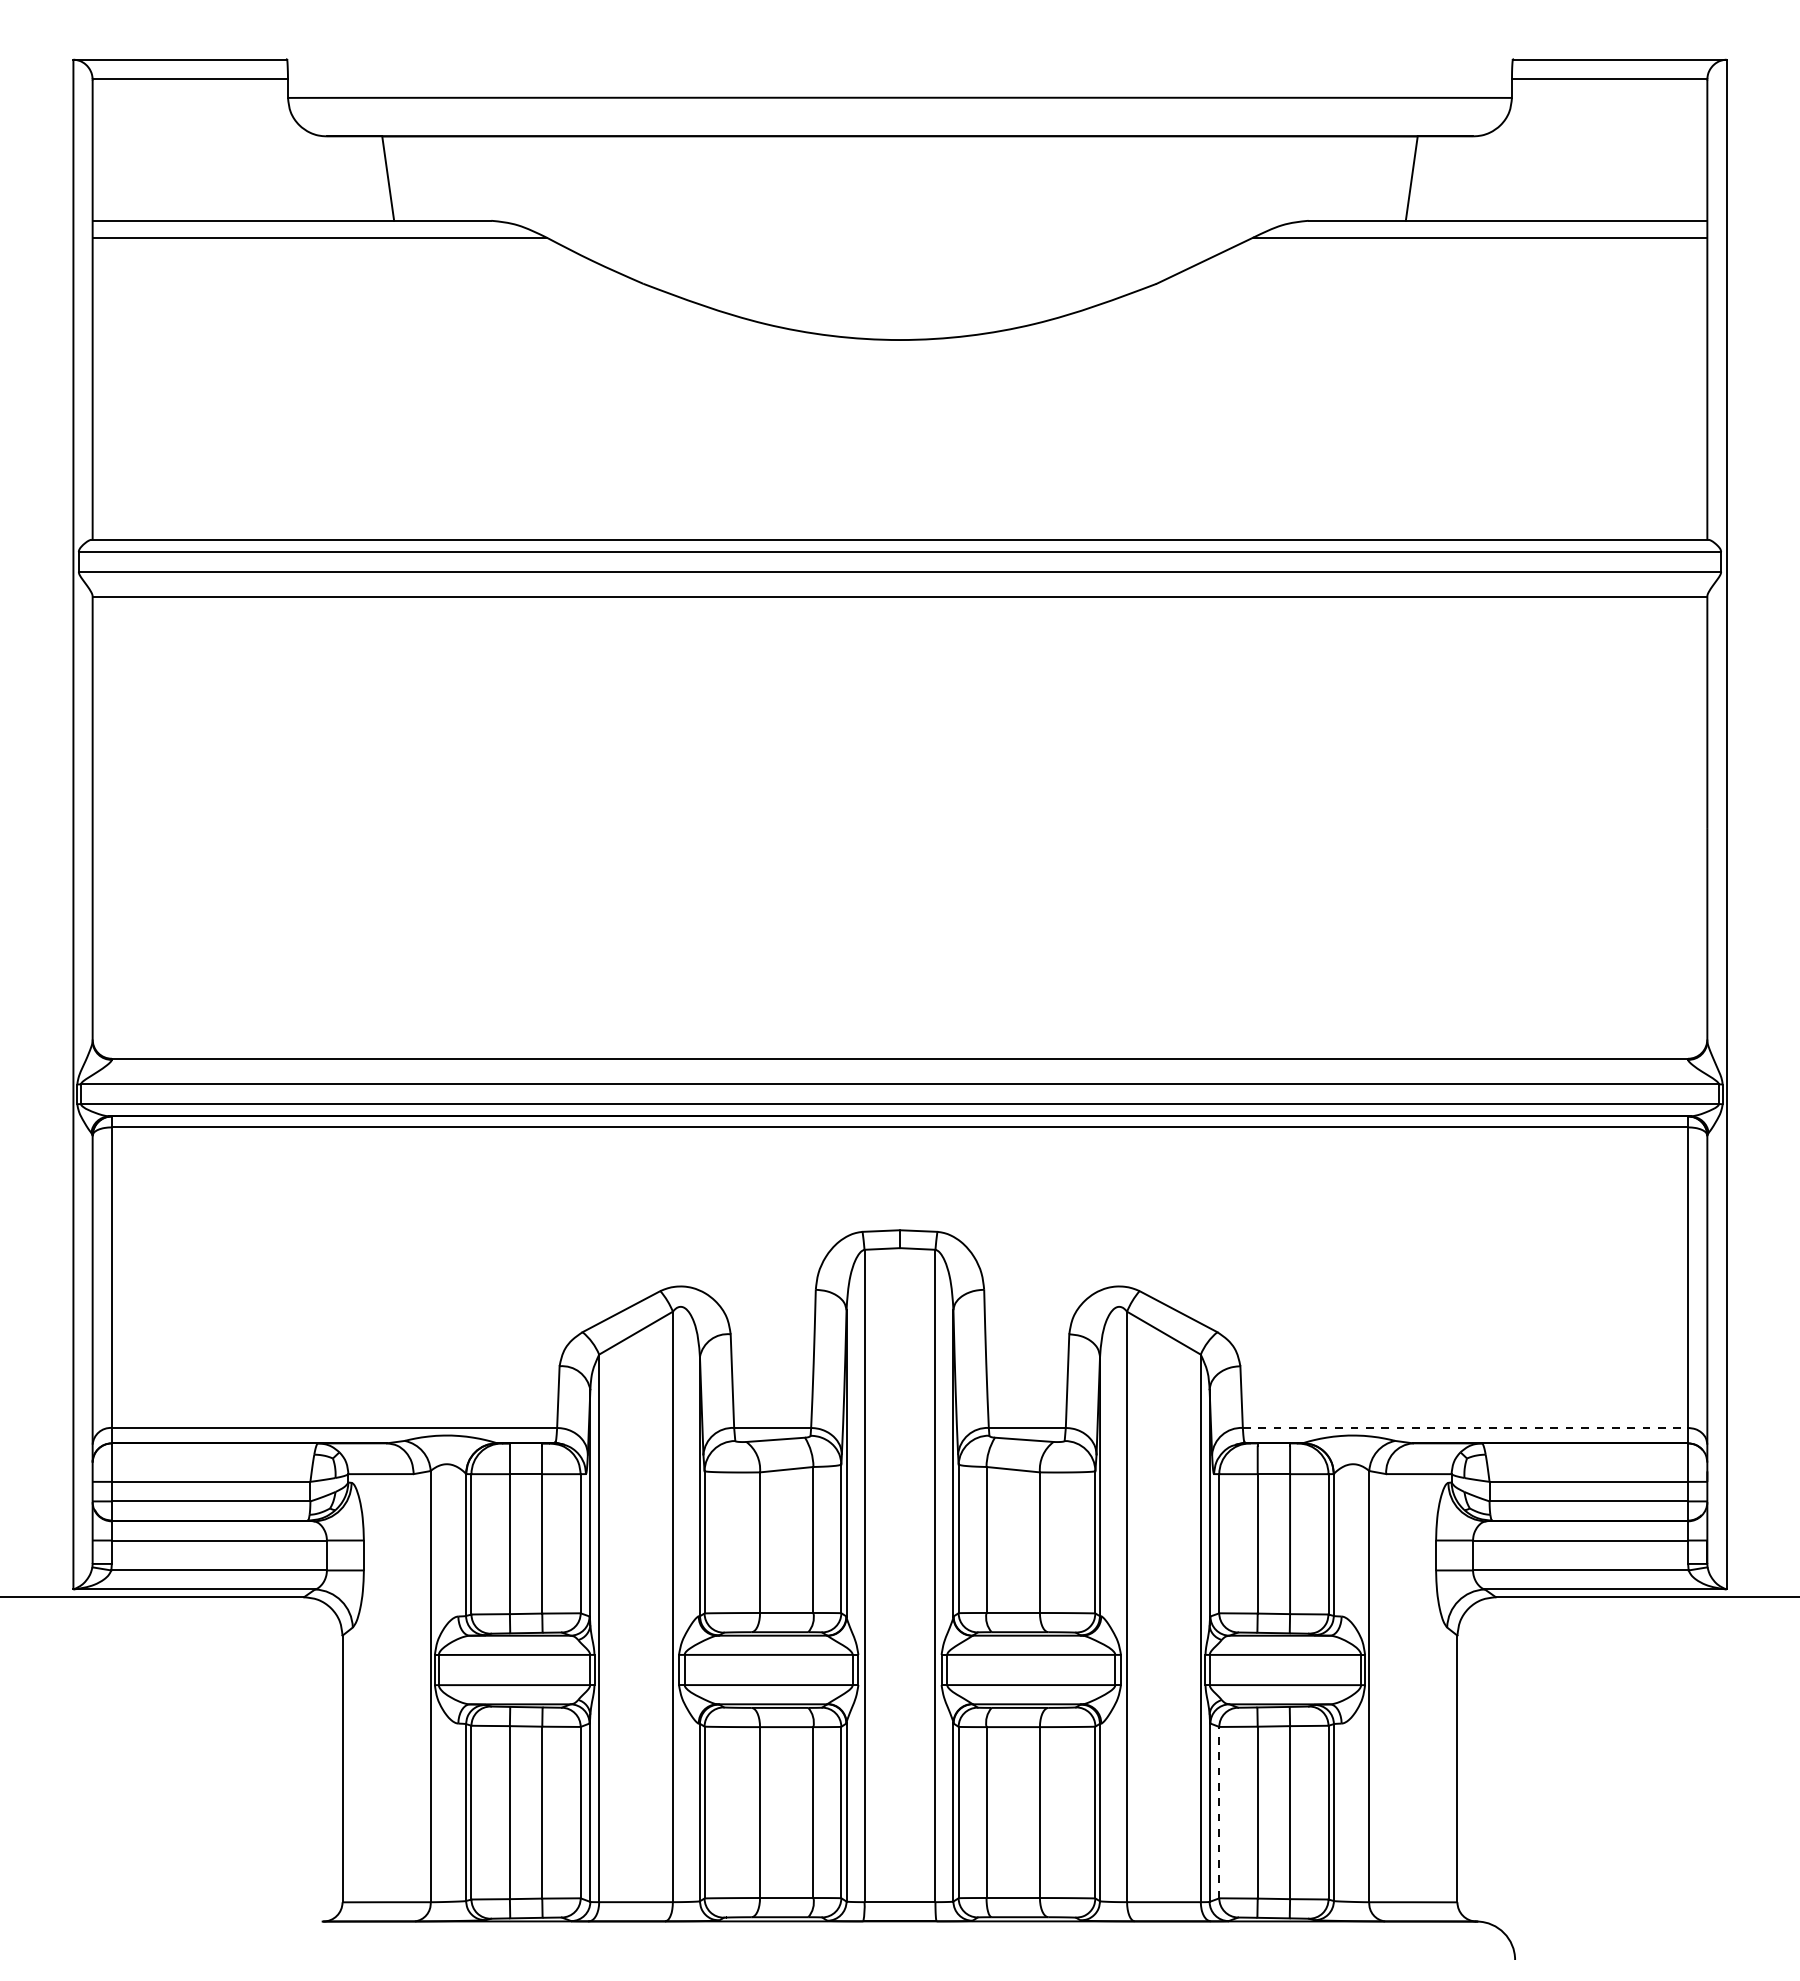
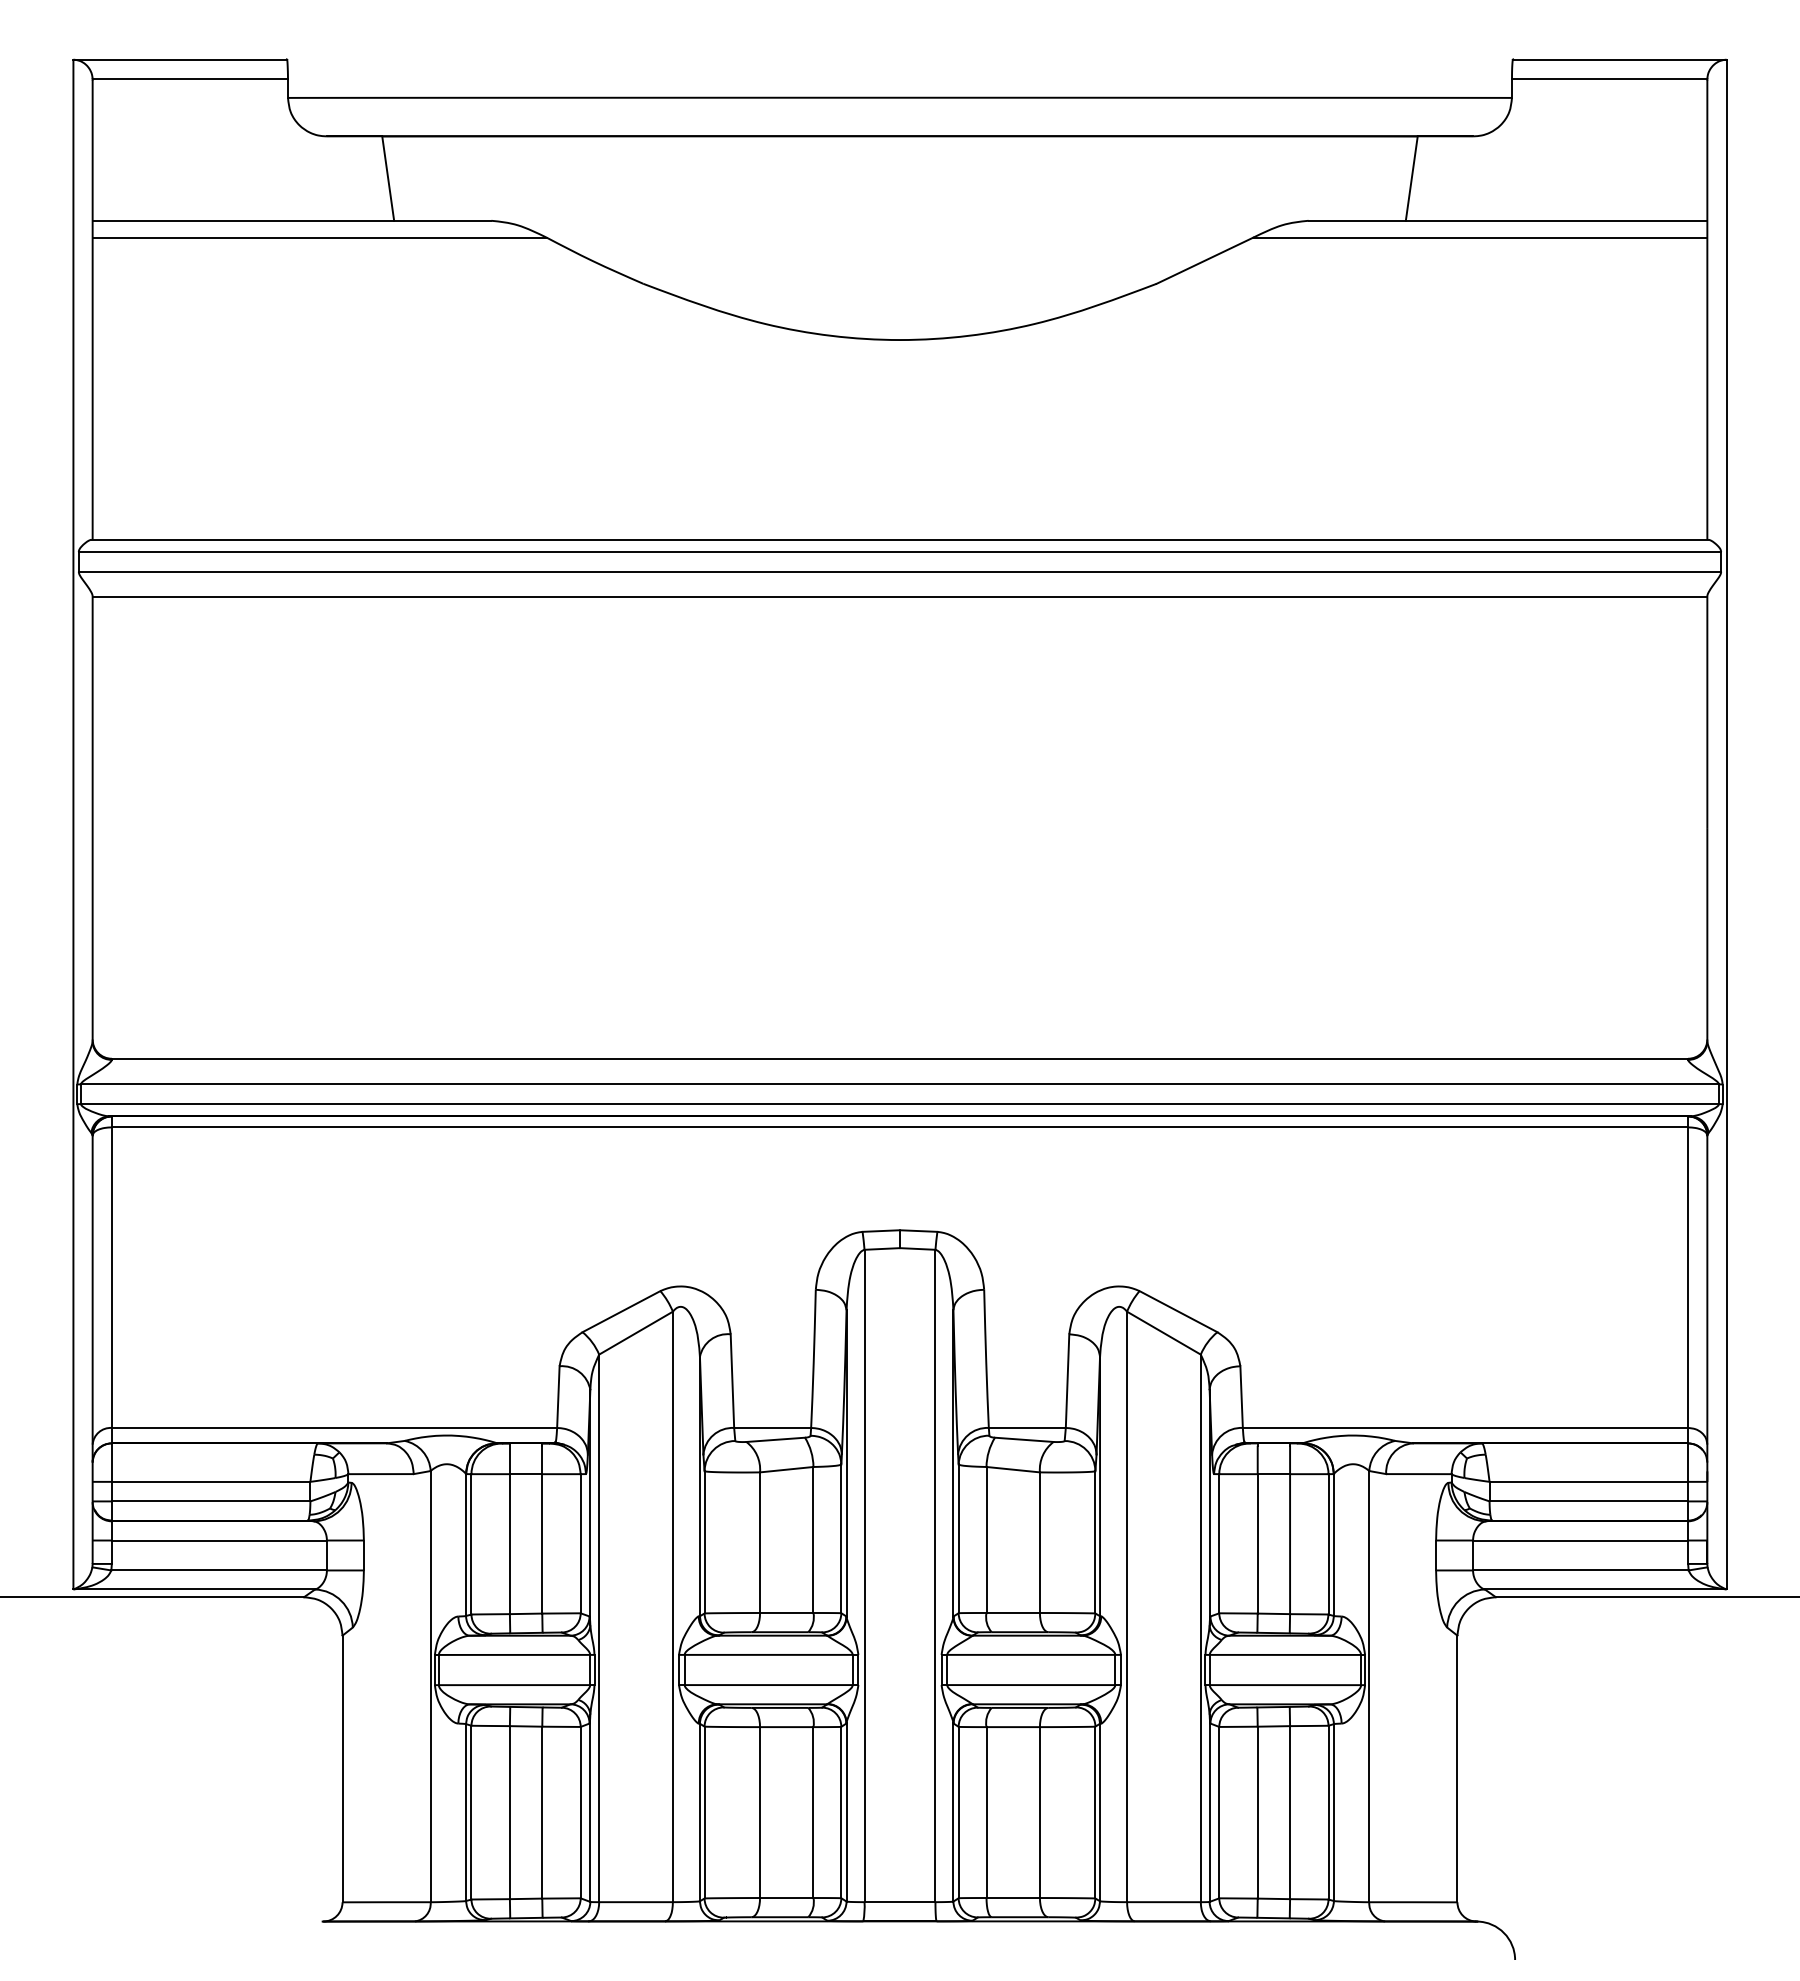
line at (1465, 1427): dashed -> solid
line at (1219, 1812): dashed -> solid
